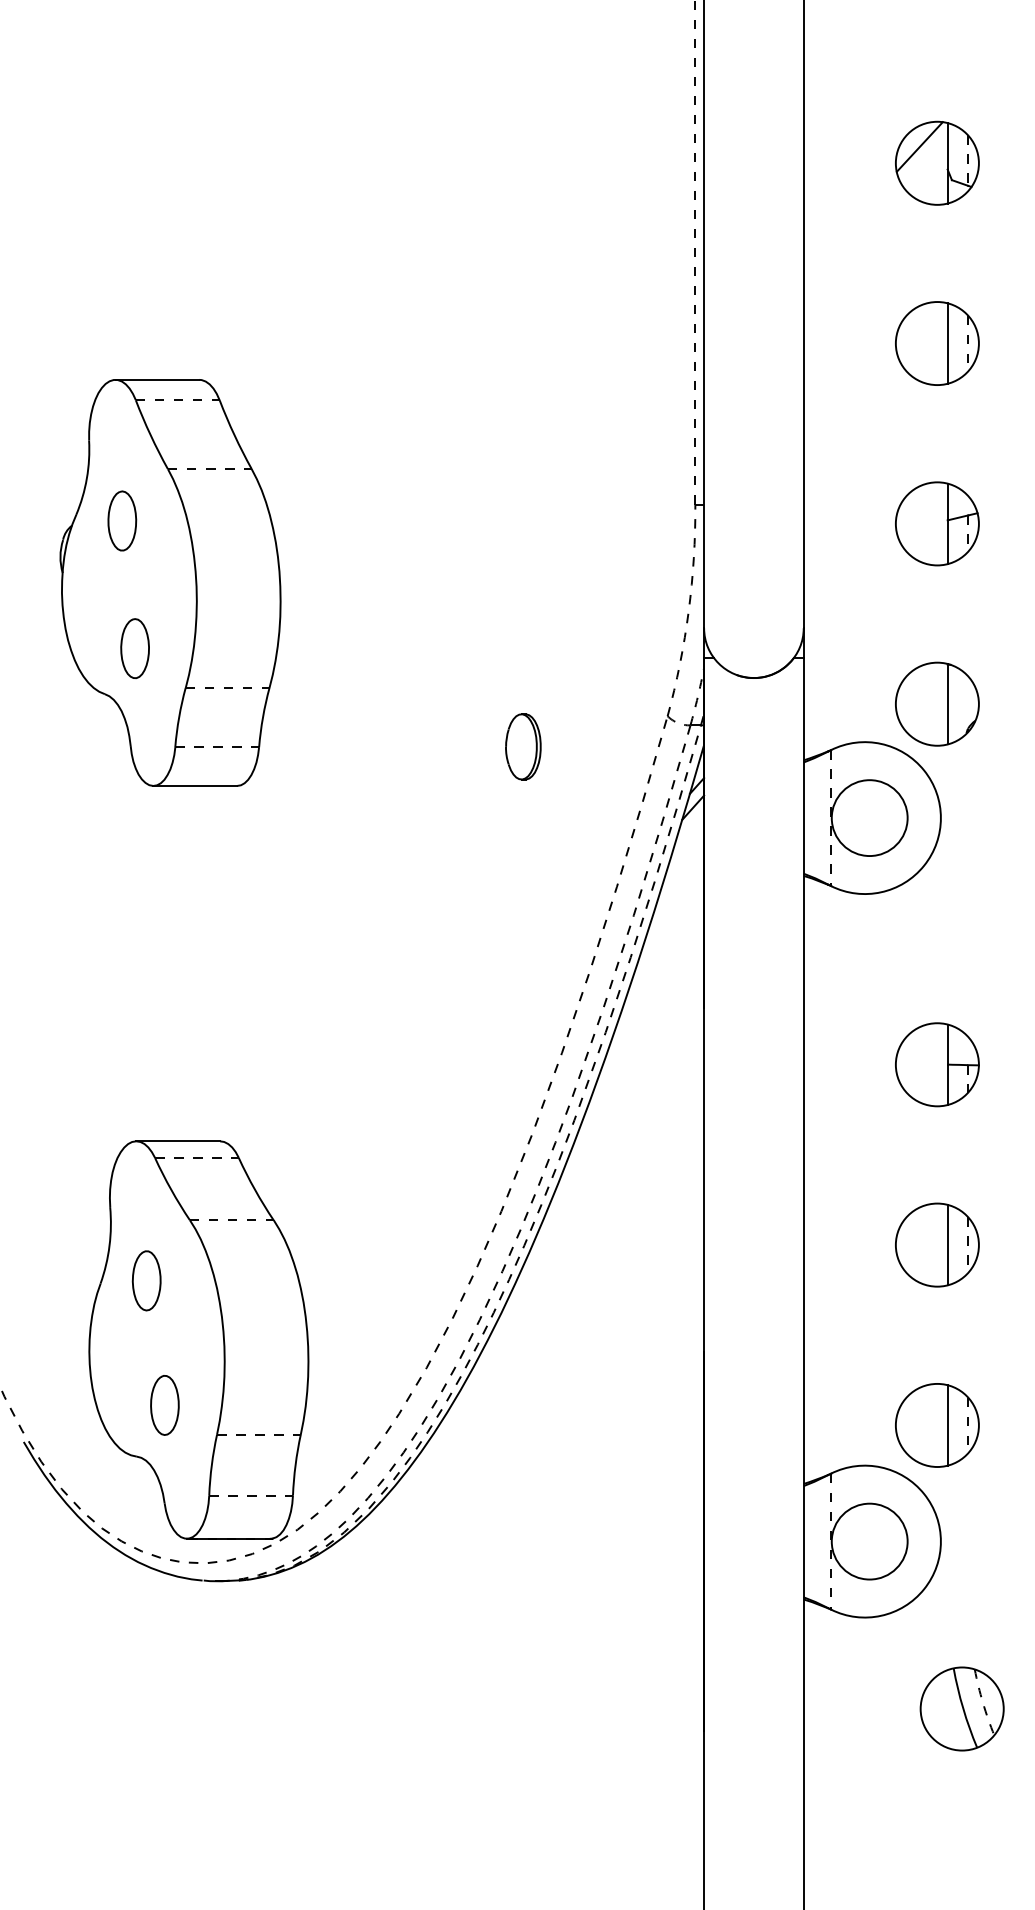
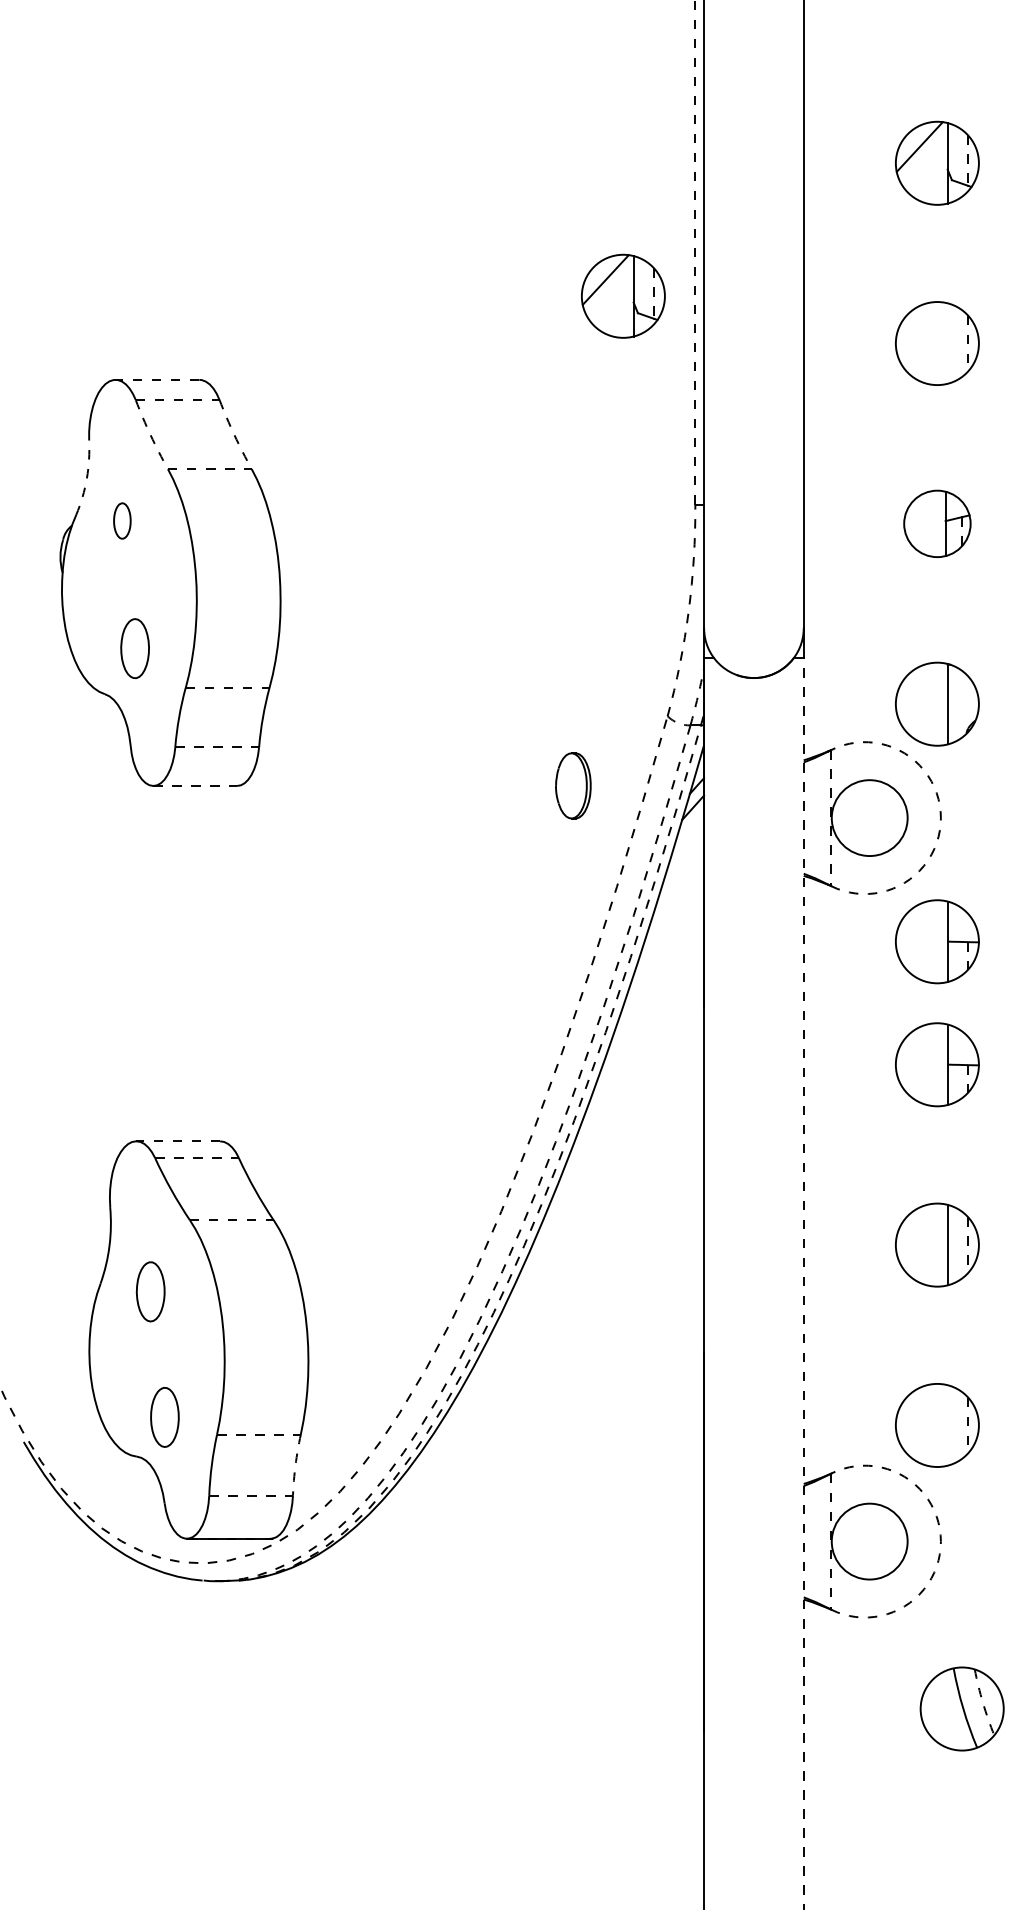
part at (623, 295): none -> present
line at (947, 343): present -> none
line at (157, 379): solid -> dashed
arc at (150, 435): solid -> dashed
arc at (234, 435): solid -> dashed
arc at (86, 478): solid -> dashed
part at (122, 520) size: 31x62 px -> 19x38 px
part at (937, 523) size: 85x86 px -> 69x69 px
part at (523, 746) position: (523, 746) -> (573, 785)
line at (195, 785): solid -> dashed
arc at (940, 818): solid -> dashed
part at (937, 941): none -> present
line at (178, 1141): solid -> dashed
part at (146, 1280) position: (146, 1280) -> (150, 1291)
line at (803, 1283): solid -> dashed
part at (164, 1405) position: (164, 1405) -> (164, 1417)
line at (947, 1425): present -> none
arc at (295, 1465): solid -> dashed
arc at (940, 1541): solid -> dashed
